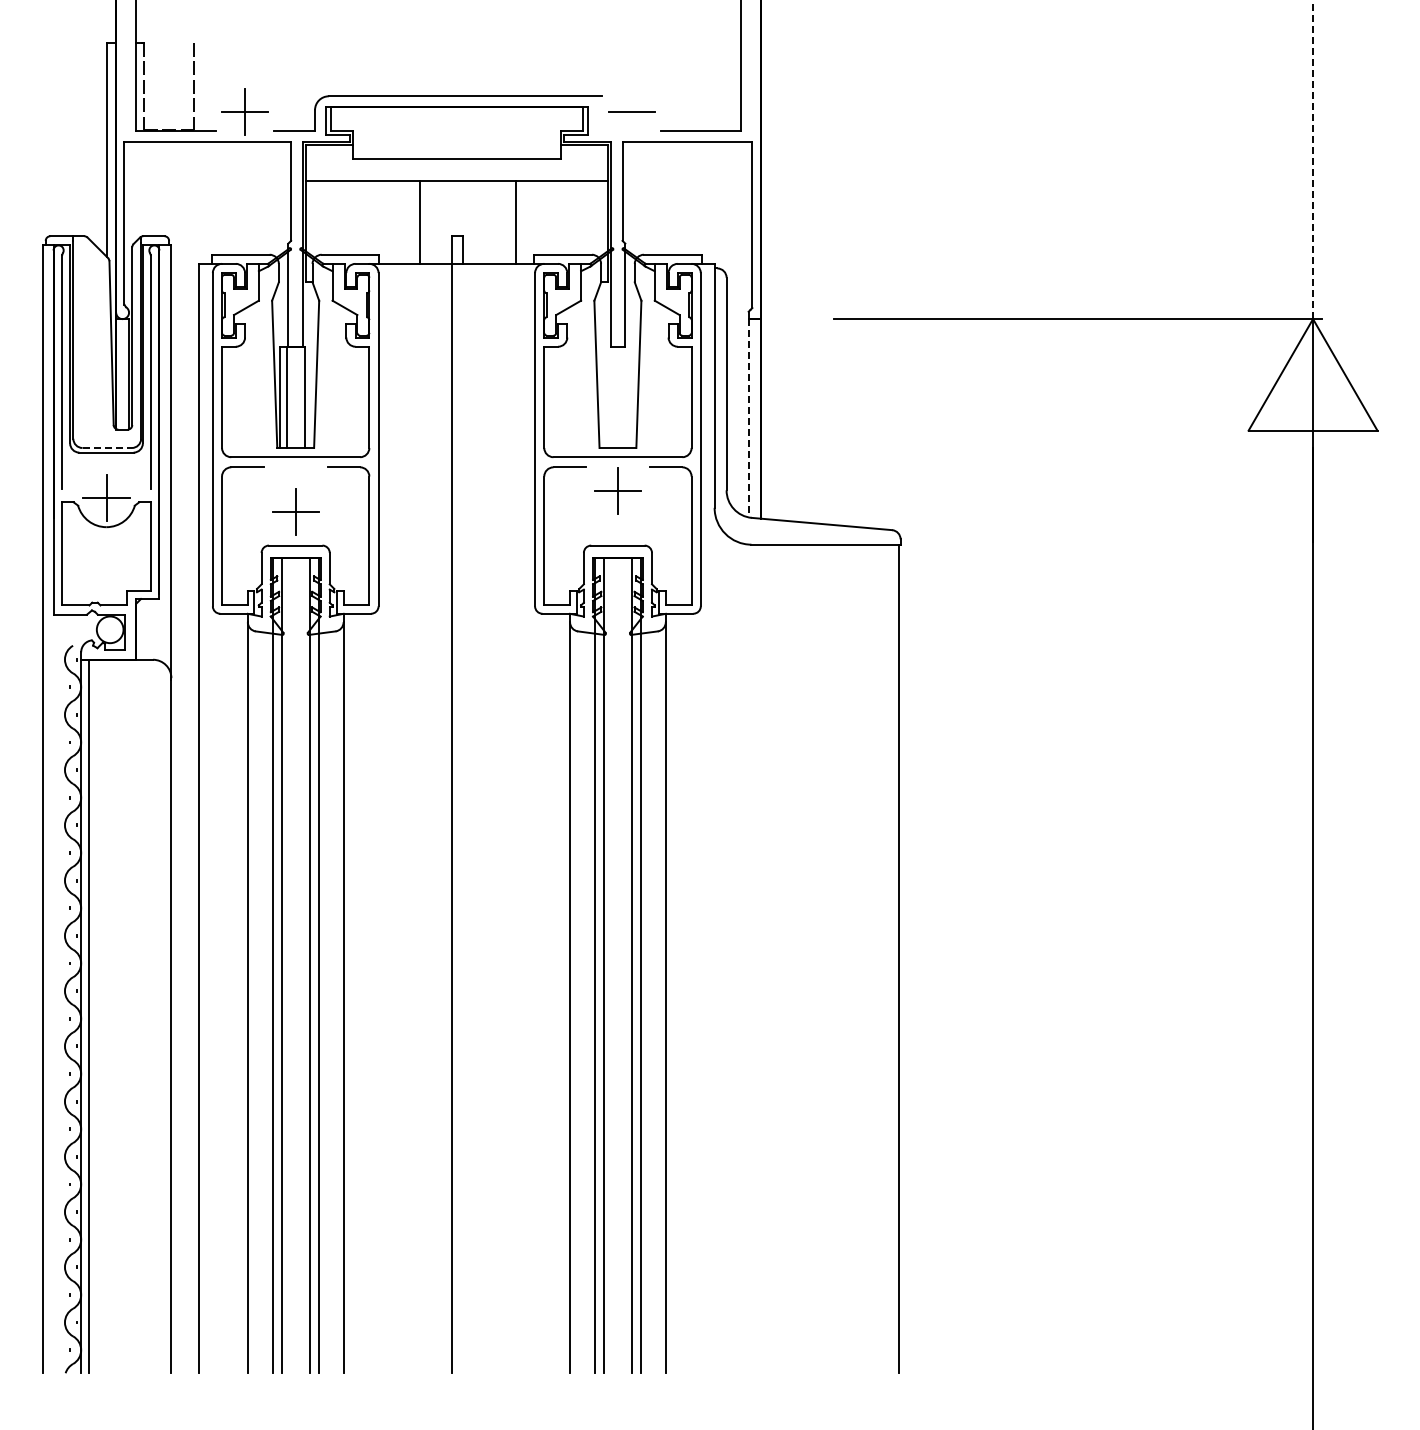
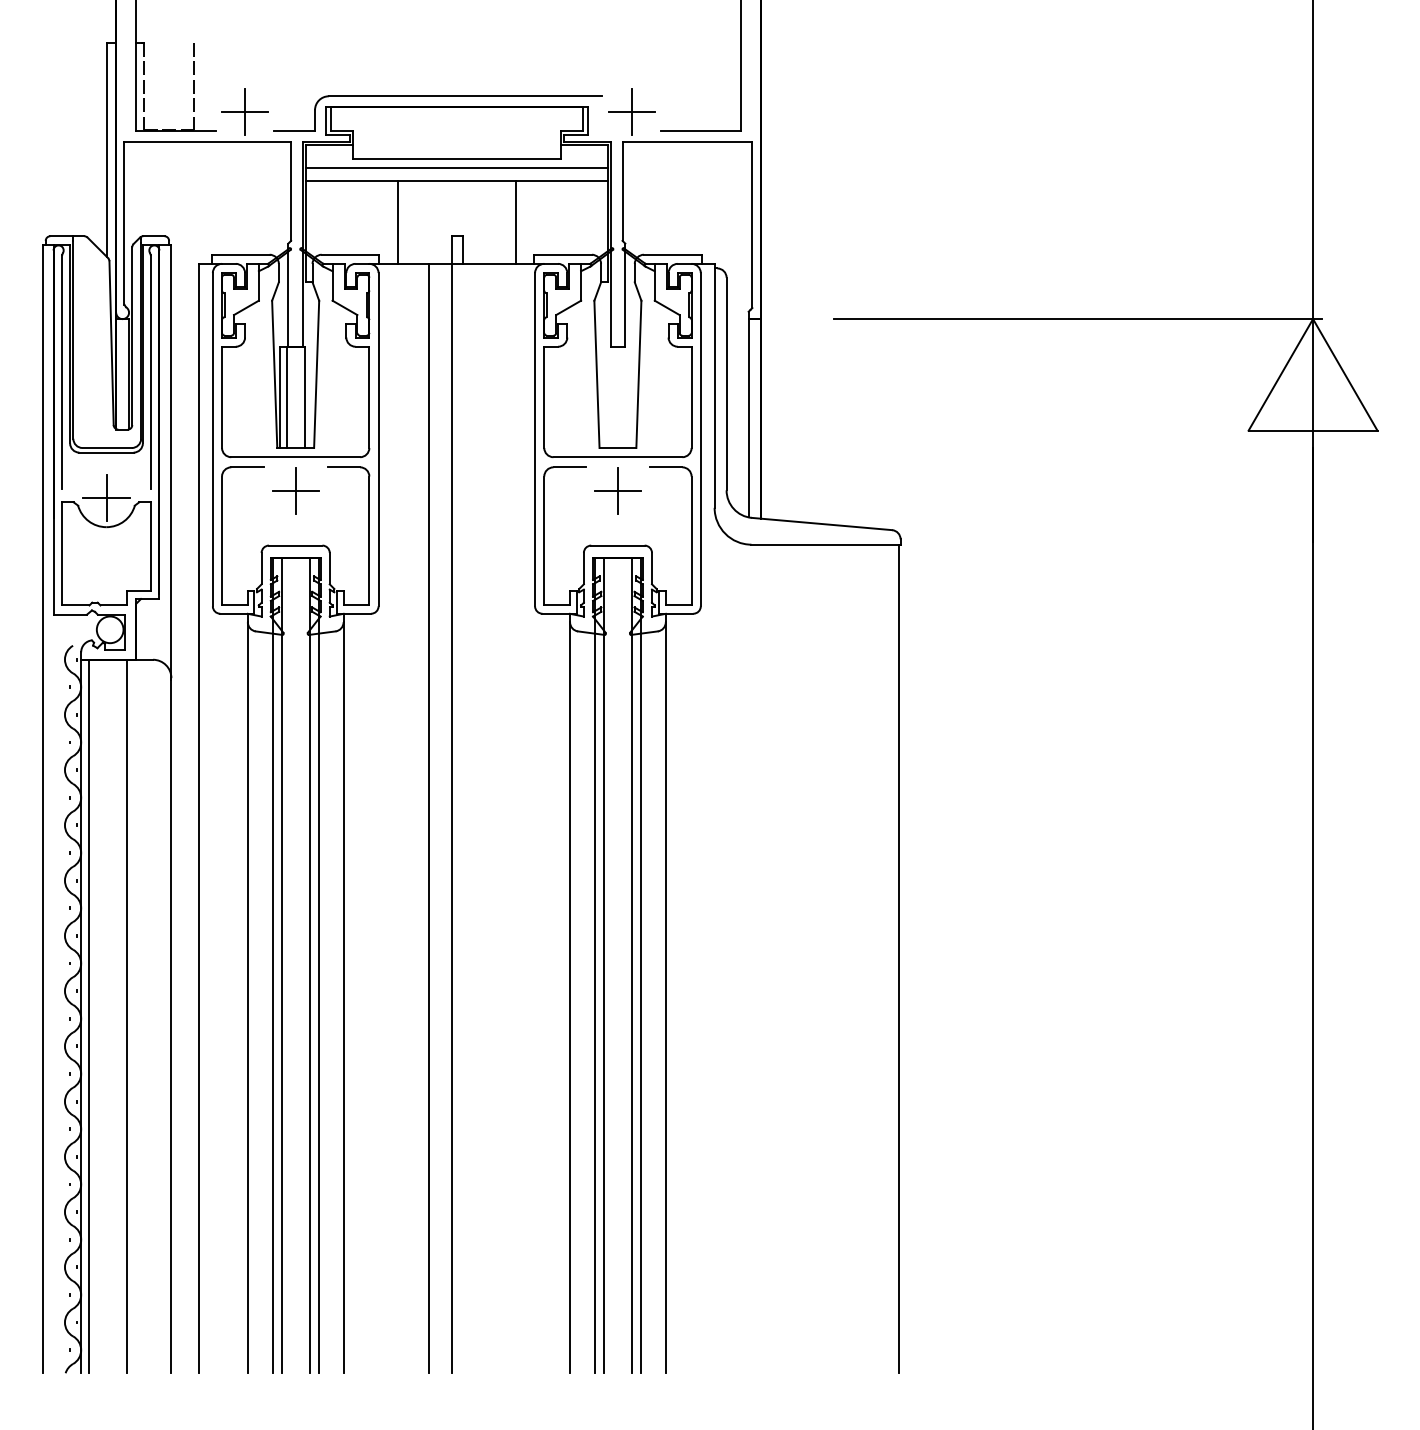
line at (631, 111): none -> present
line at (1313, 159): dashed -> solid
line at (456, 168): none -> present
line at (419, 222) position: (419, 222) -> (397, 222)
line at (748, 418): dashed -> solid
line at (107, 448): dashed -> solid
part at (295, 511) position: (295, 511) -> (295, 490)
line at (429, 818): none -> present
line at (127, 1016): none -> present
